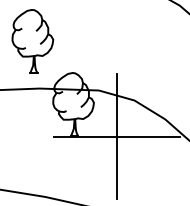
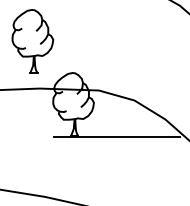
line at (116, 136): present -> none
